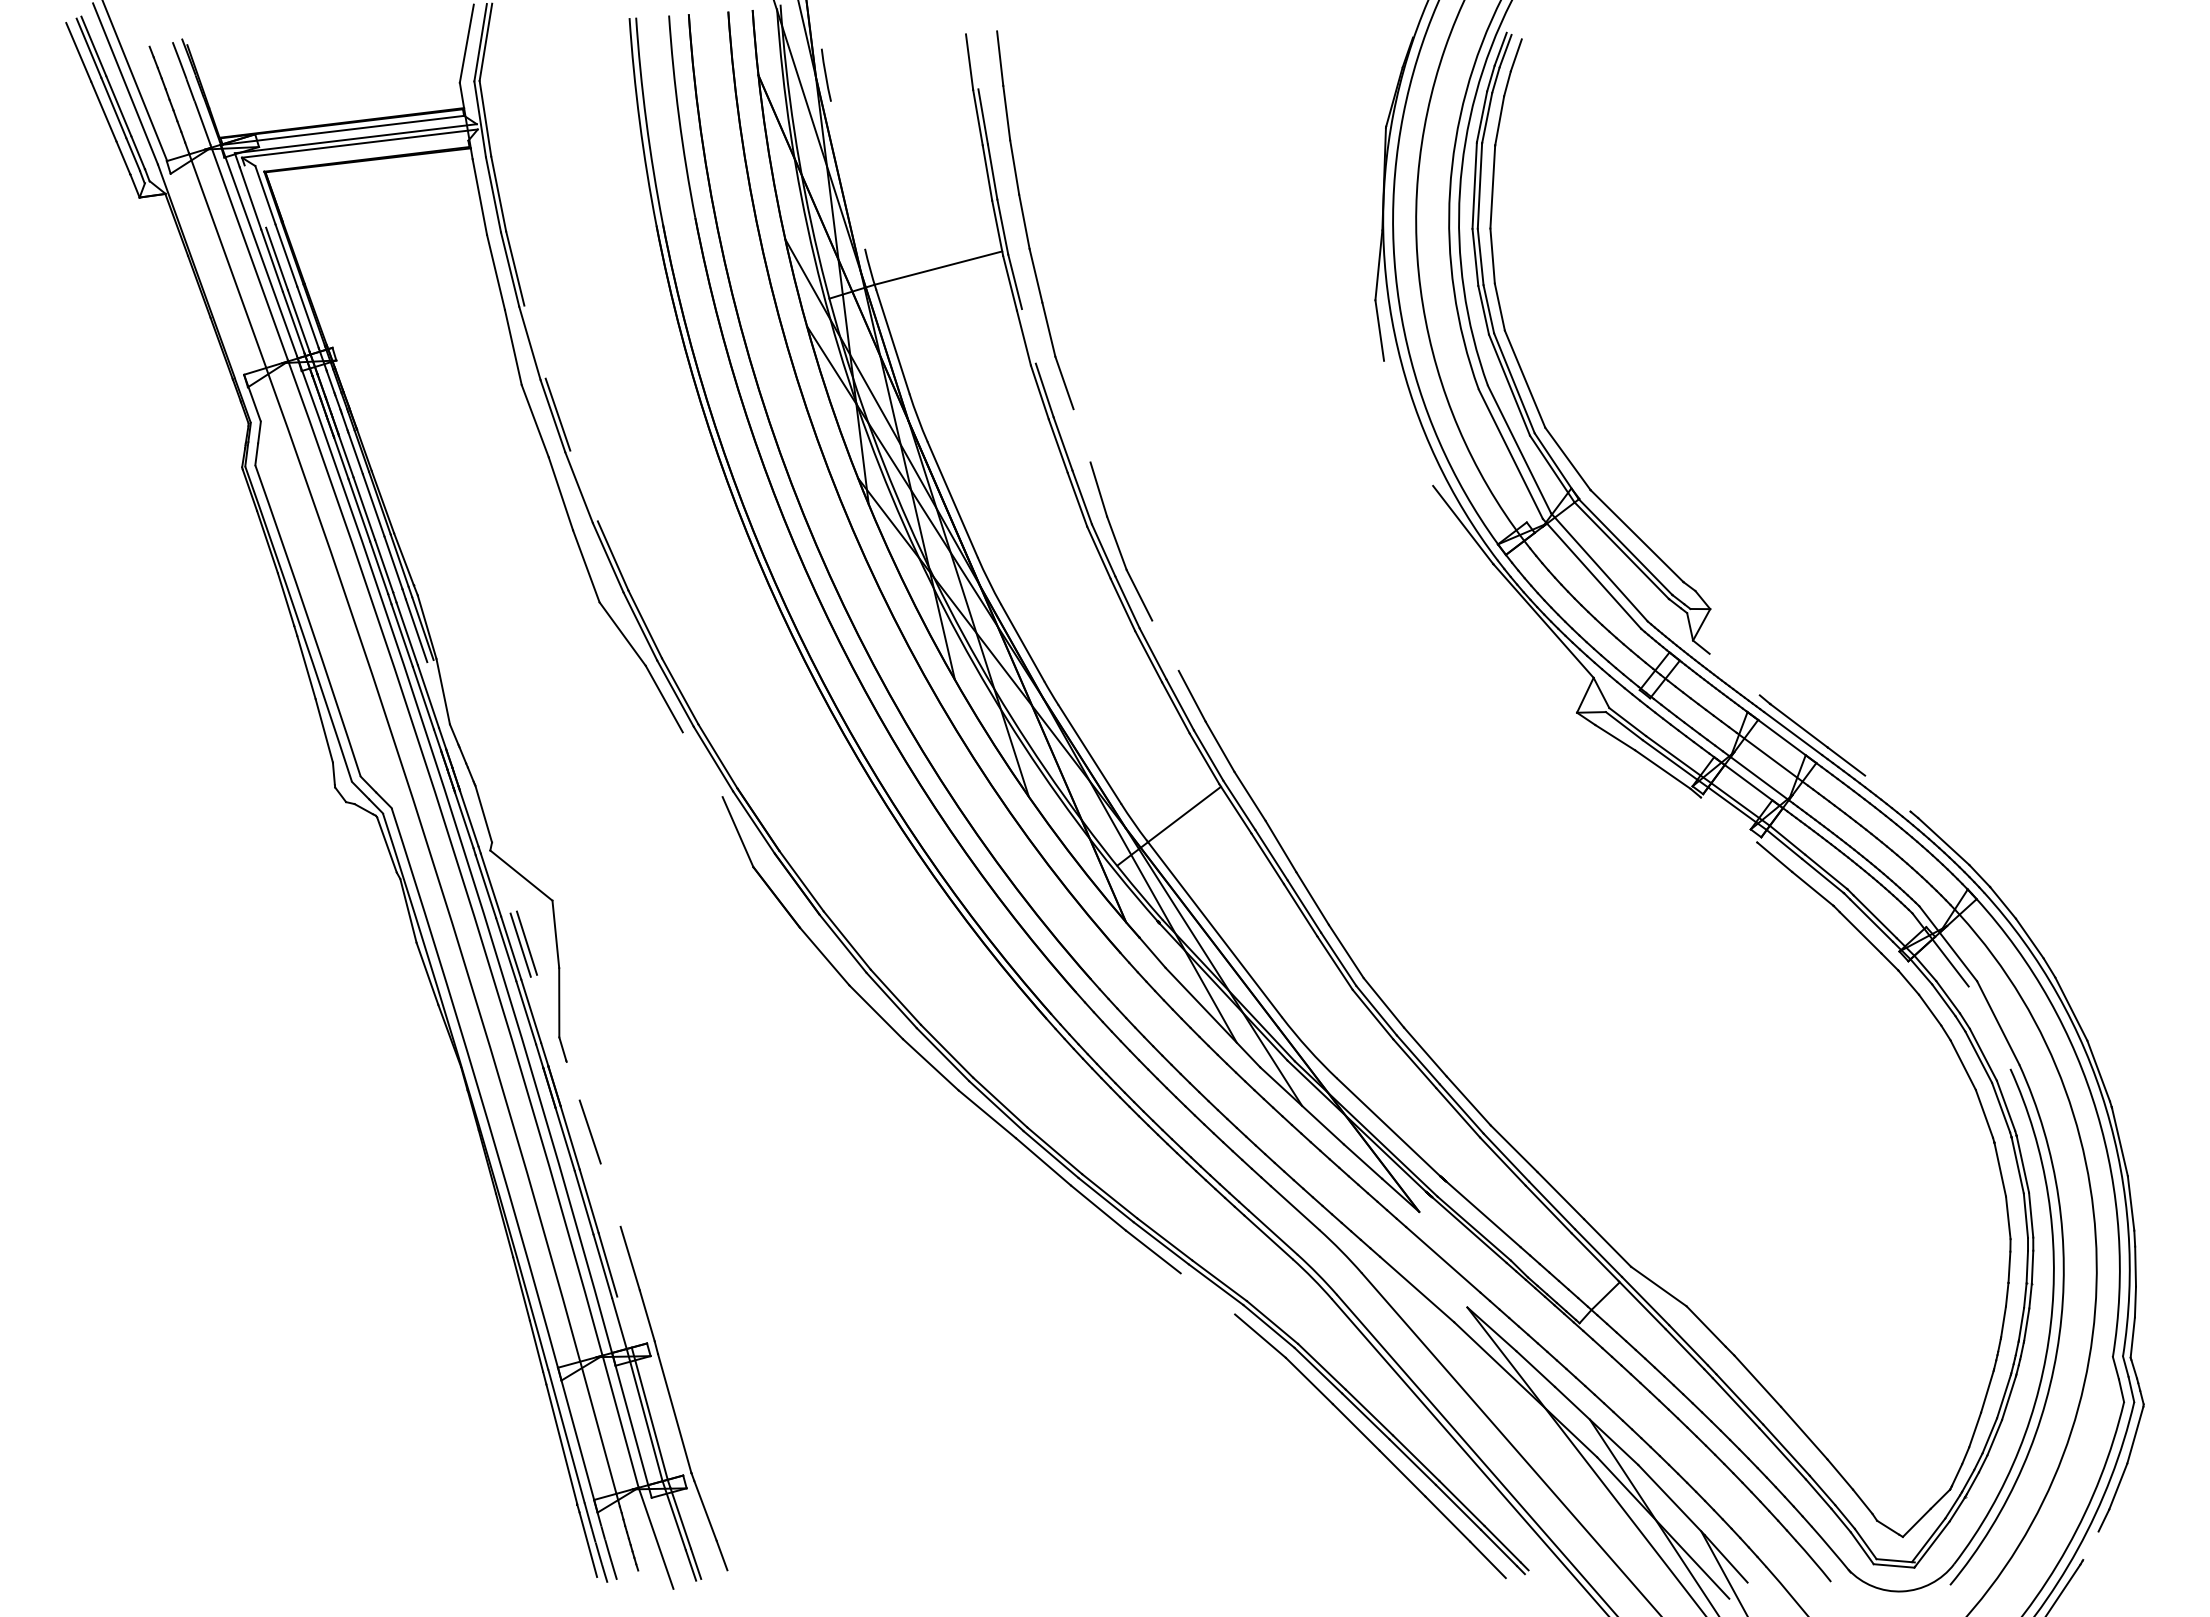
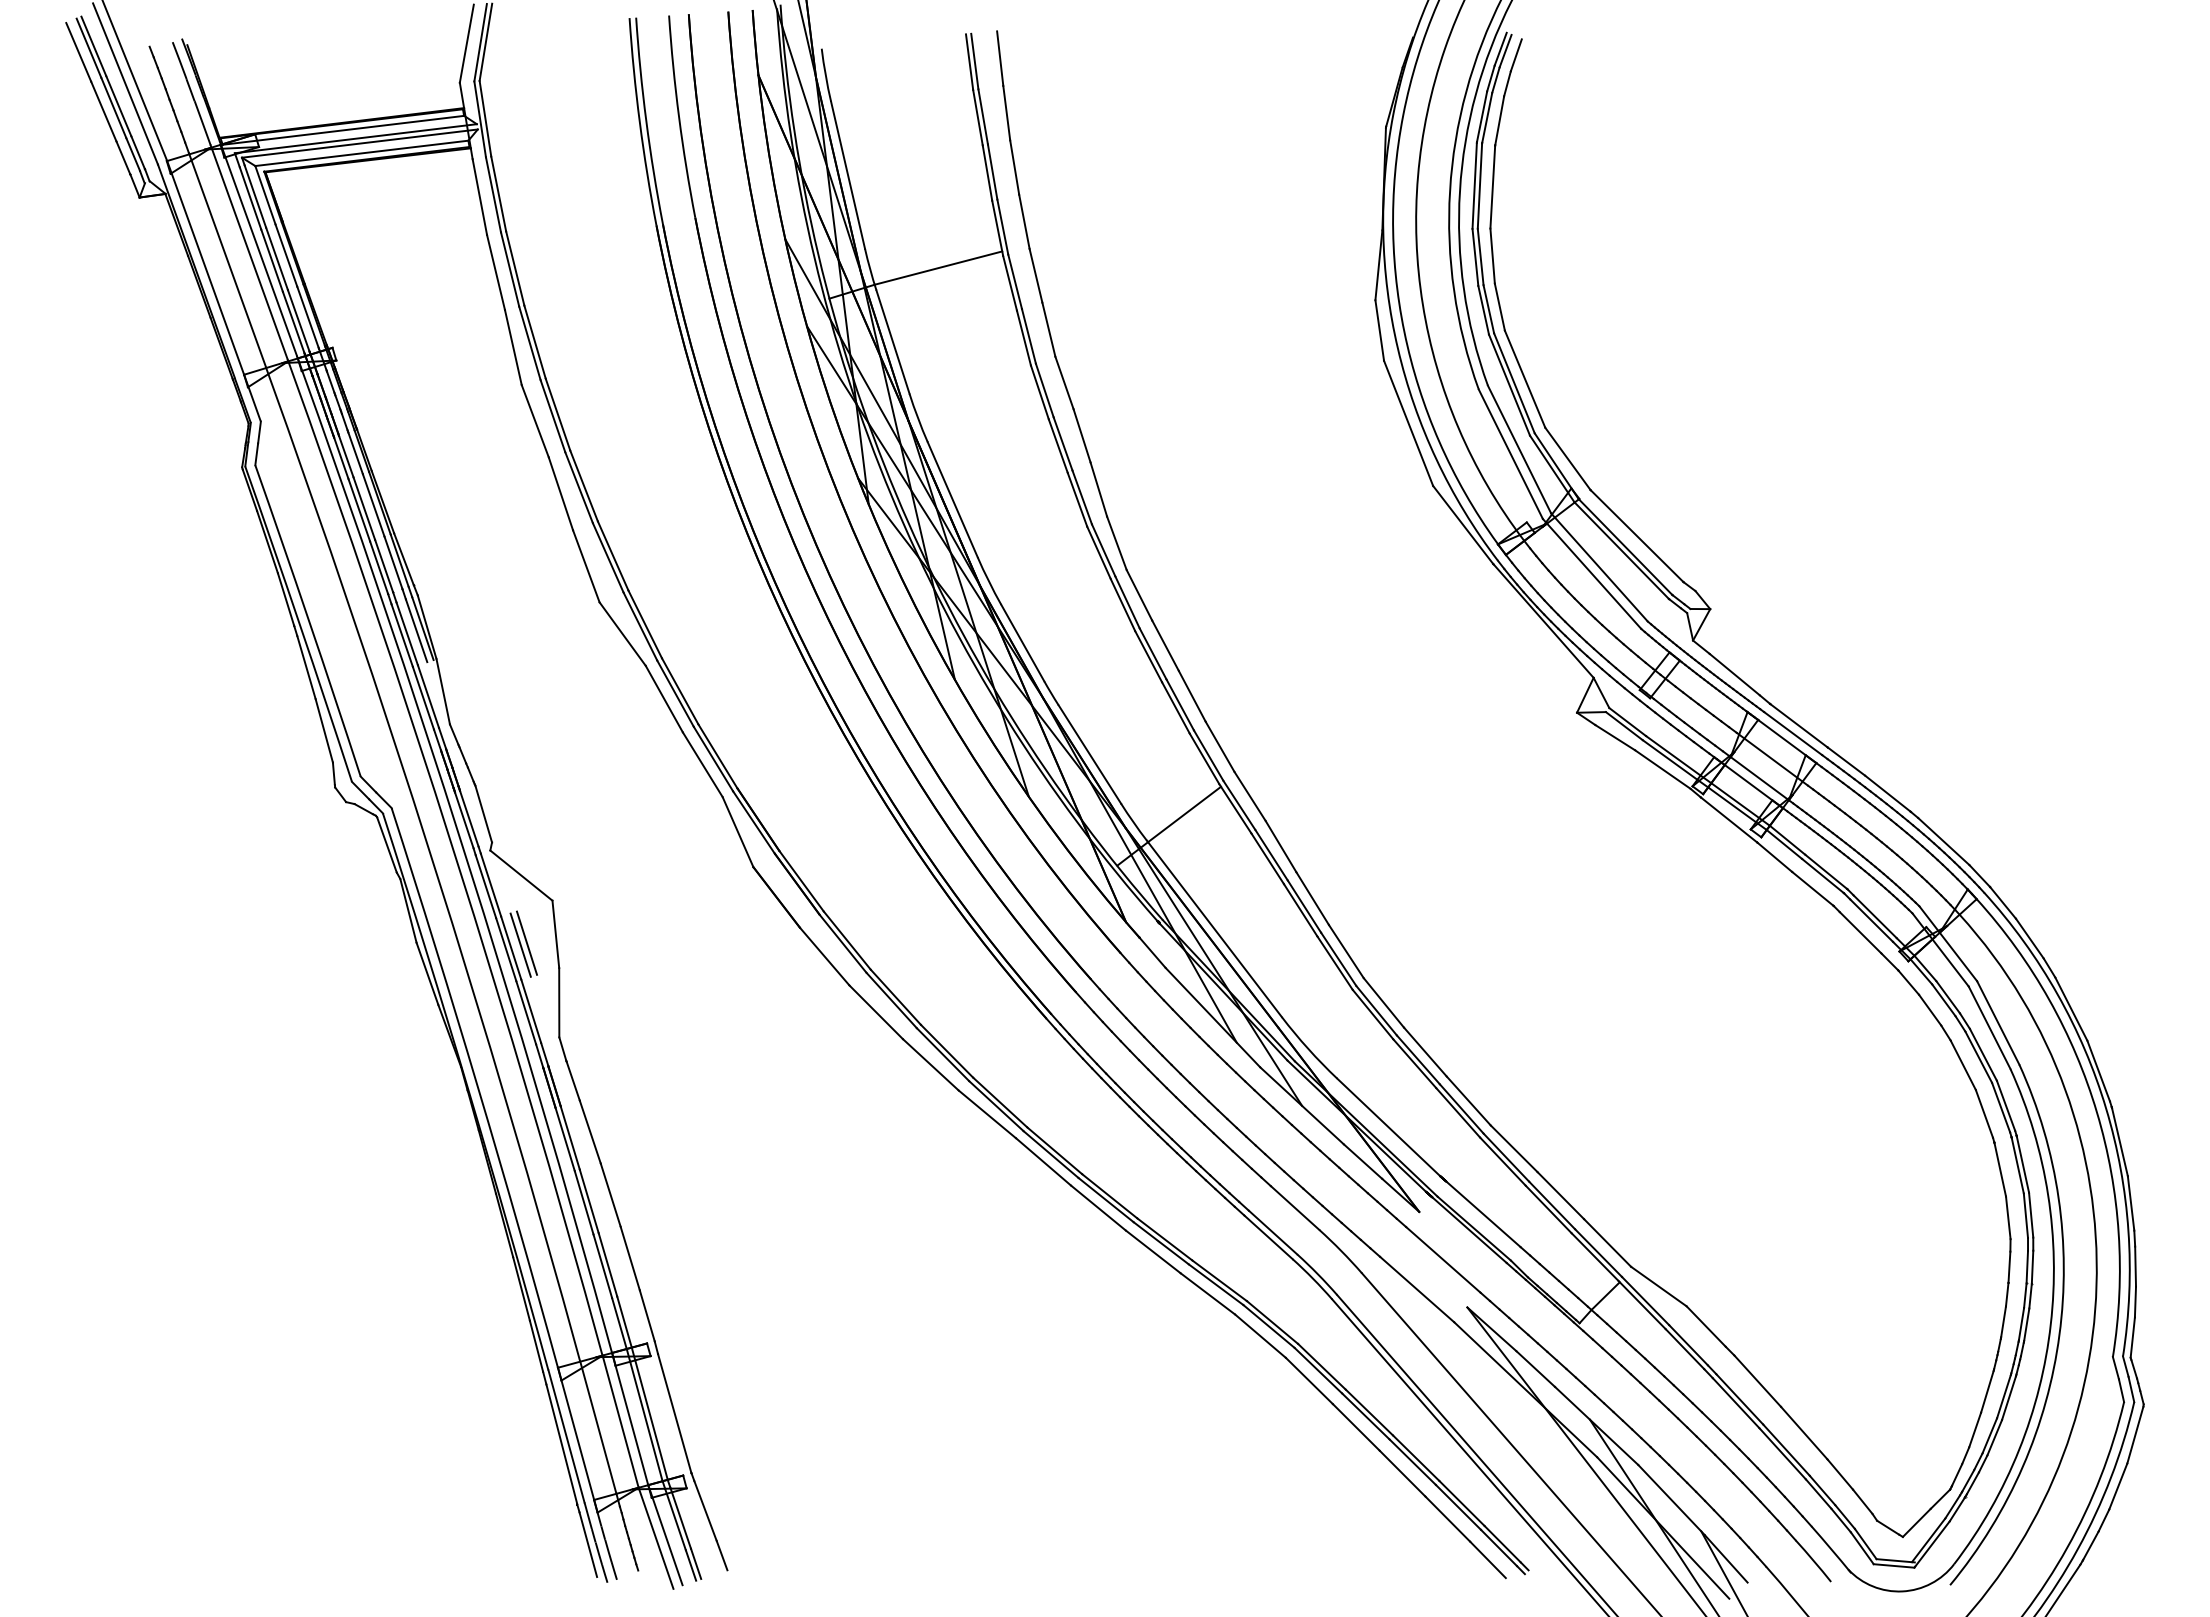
line at (974, 61): none -> present
line at (361, 153): none -> present
line at (848, 174): none -> present
line at (255, 196): none -> present
line at (205, 267): none -> present
line at (1028, 336): none -> present
line at (534, 341): none -> present
line at (1408, 422): none -> present
line at (1081, 435): none -> present
line at (583, 485): none -> present
line at (1165, 645): none -> present
line at (1734, 674): none -> present
line at (702, 764): none -> present
line at (1887, 793): none -> present
line at (1729, 819): none -> present
line at (1989, 1027): none -> present
line at (572, 1080): none -> present
line at (610, 1194): none -> present
line at (1207, 1293): none -> present
line at (624, 1321): none -> present
line at (665, 1534): none -> present
line at (2090, 1545): none -> present
